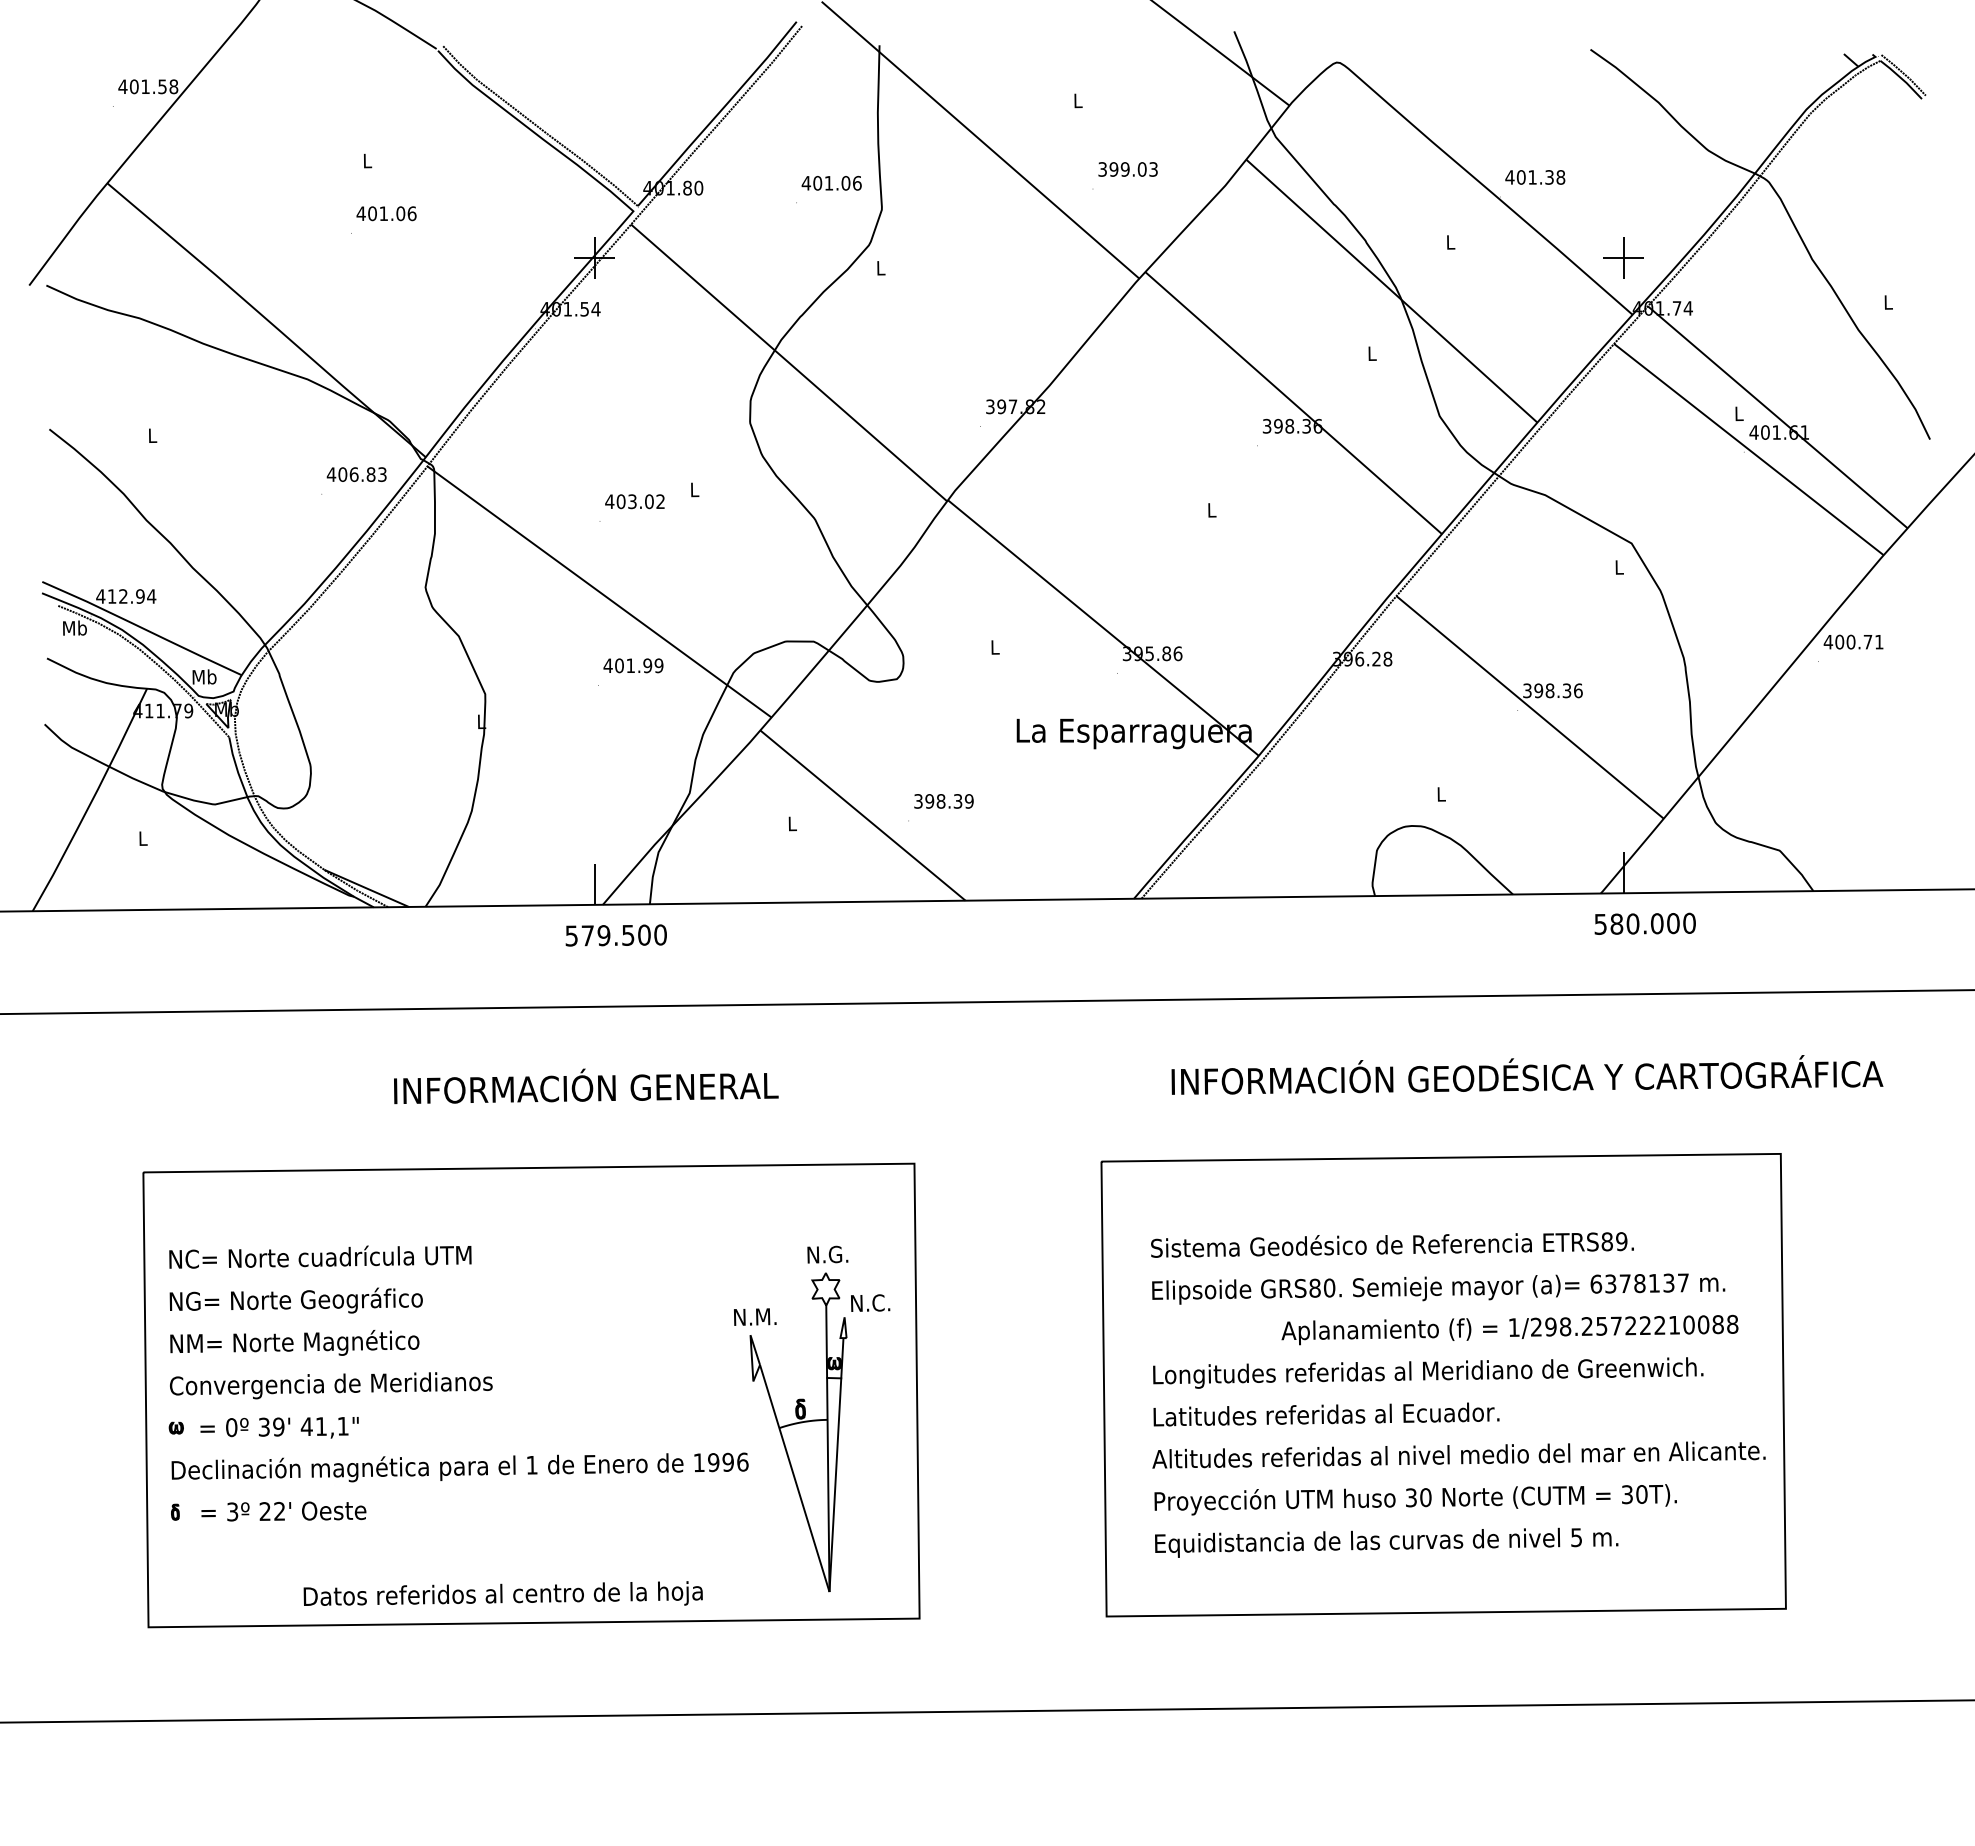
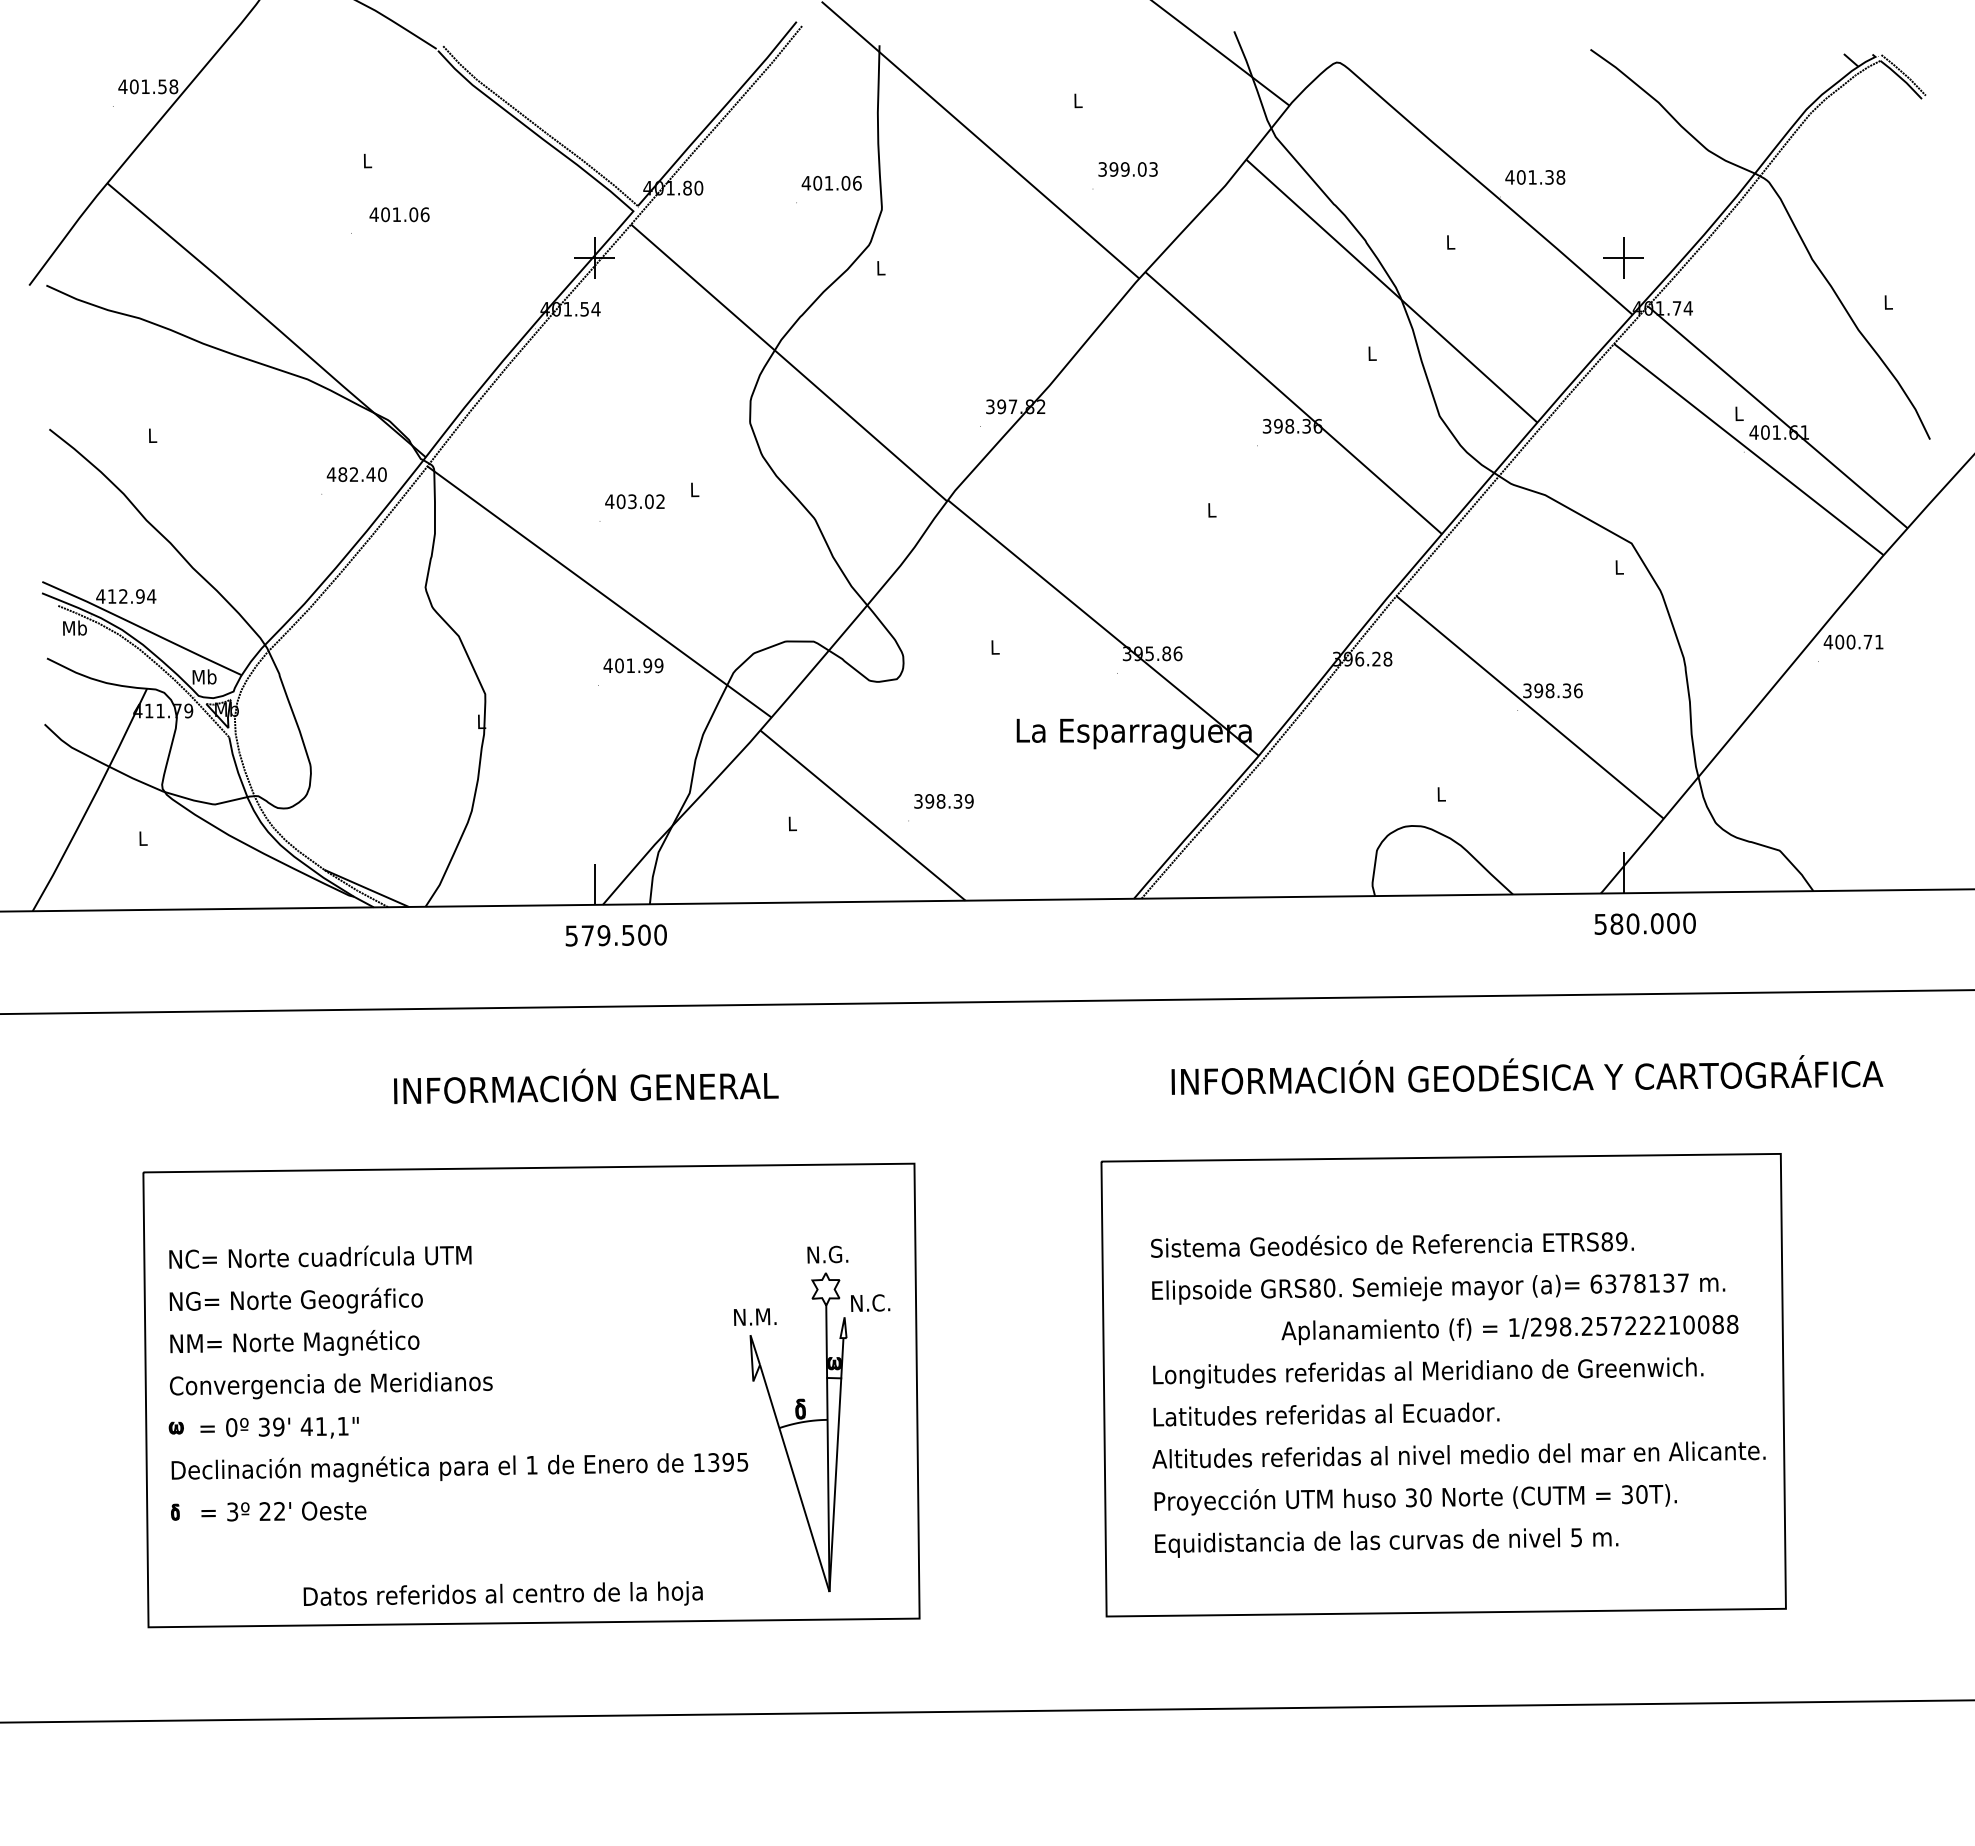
text at (386, 213) position: (386, 213) -> (399, 214)
text at (362, 474): 406.83 -> 482.40
text at (728, 1461): 1996 -> 1395
